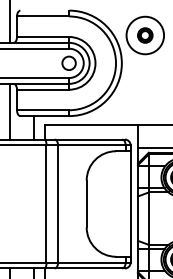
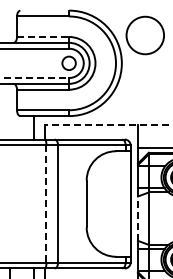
line at (10, 22): present -> none
part at (145, 35): present -> none
line at (43, 36): solid -> dashed
line at (35, 78): solid -> dashed
line at (10, 111): present -> none
line at (108, 124): solid -> dashed
line at (46, 204): solid -> dashed
line at (137, 218): solid -> dashed
